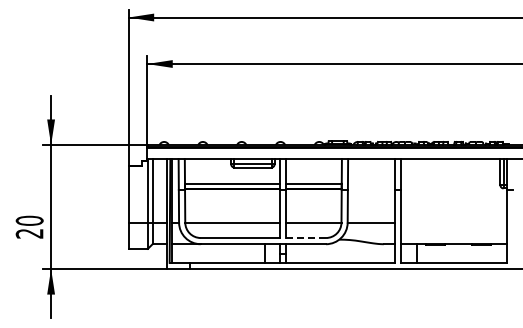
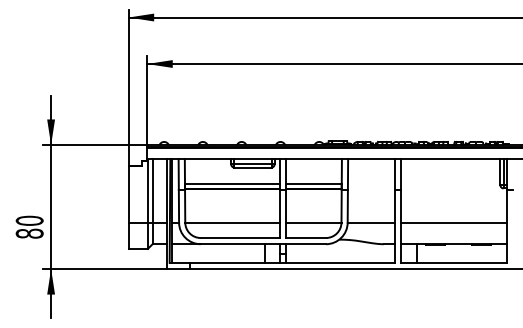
line at (453, 222): none -> present
text at (29, 233): 20 -> 80
line at (306, 238): dashed -> solid
